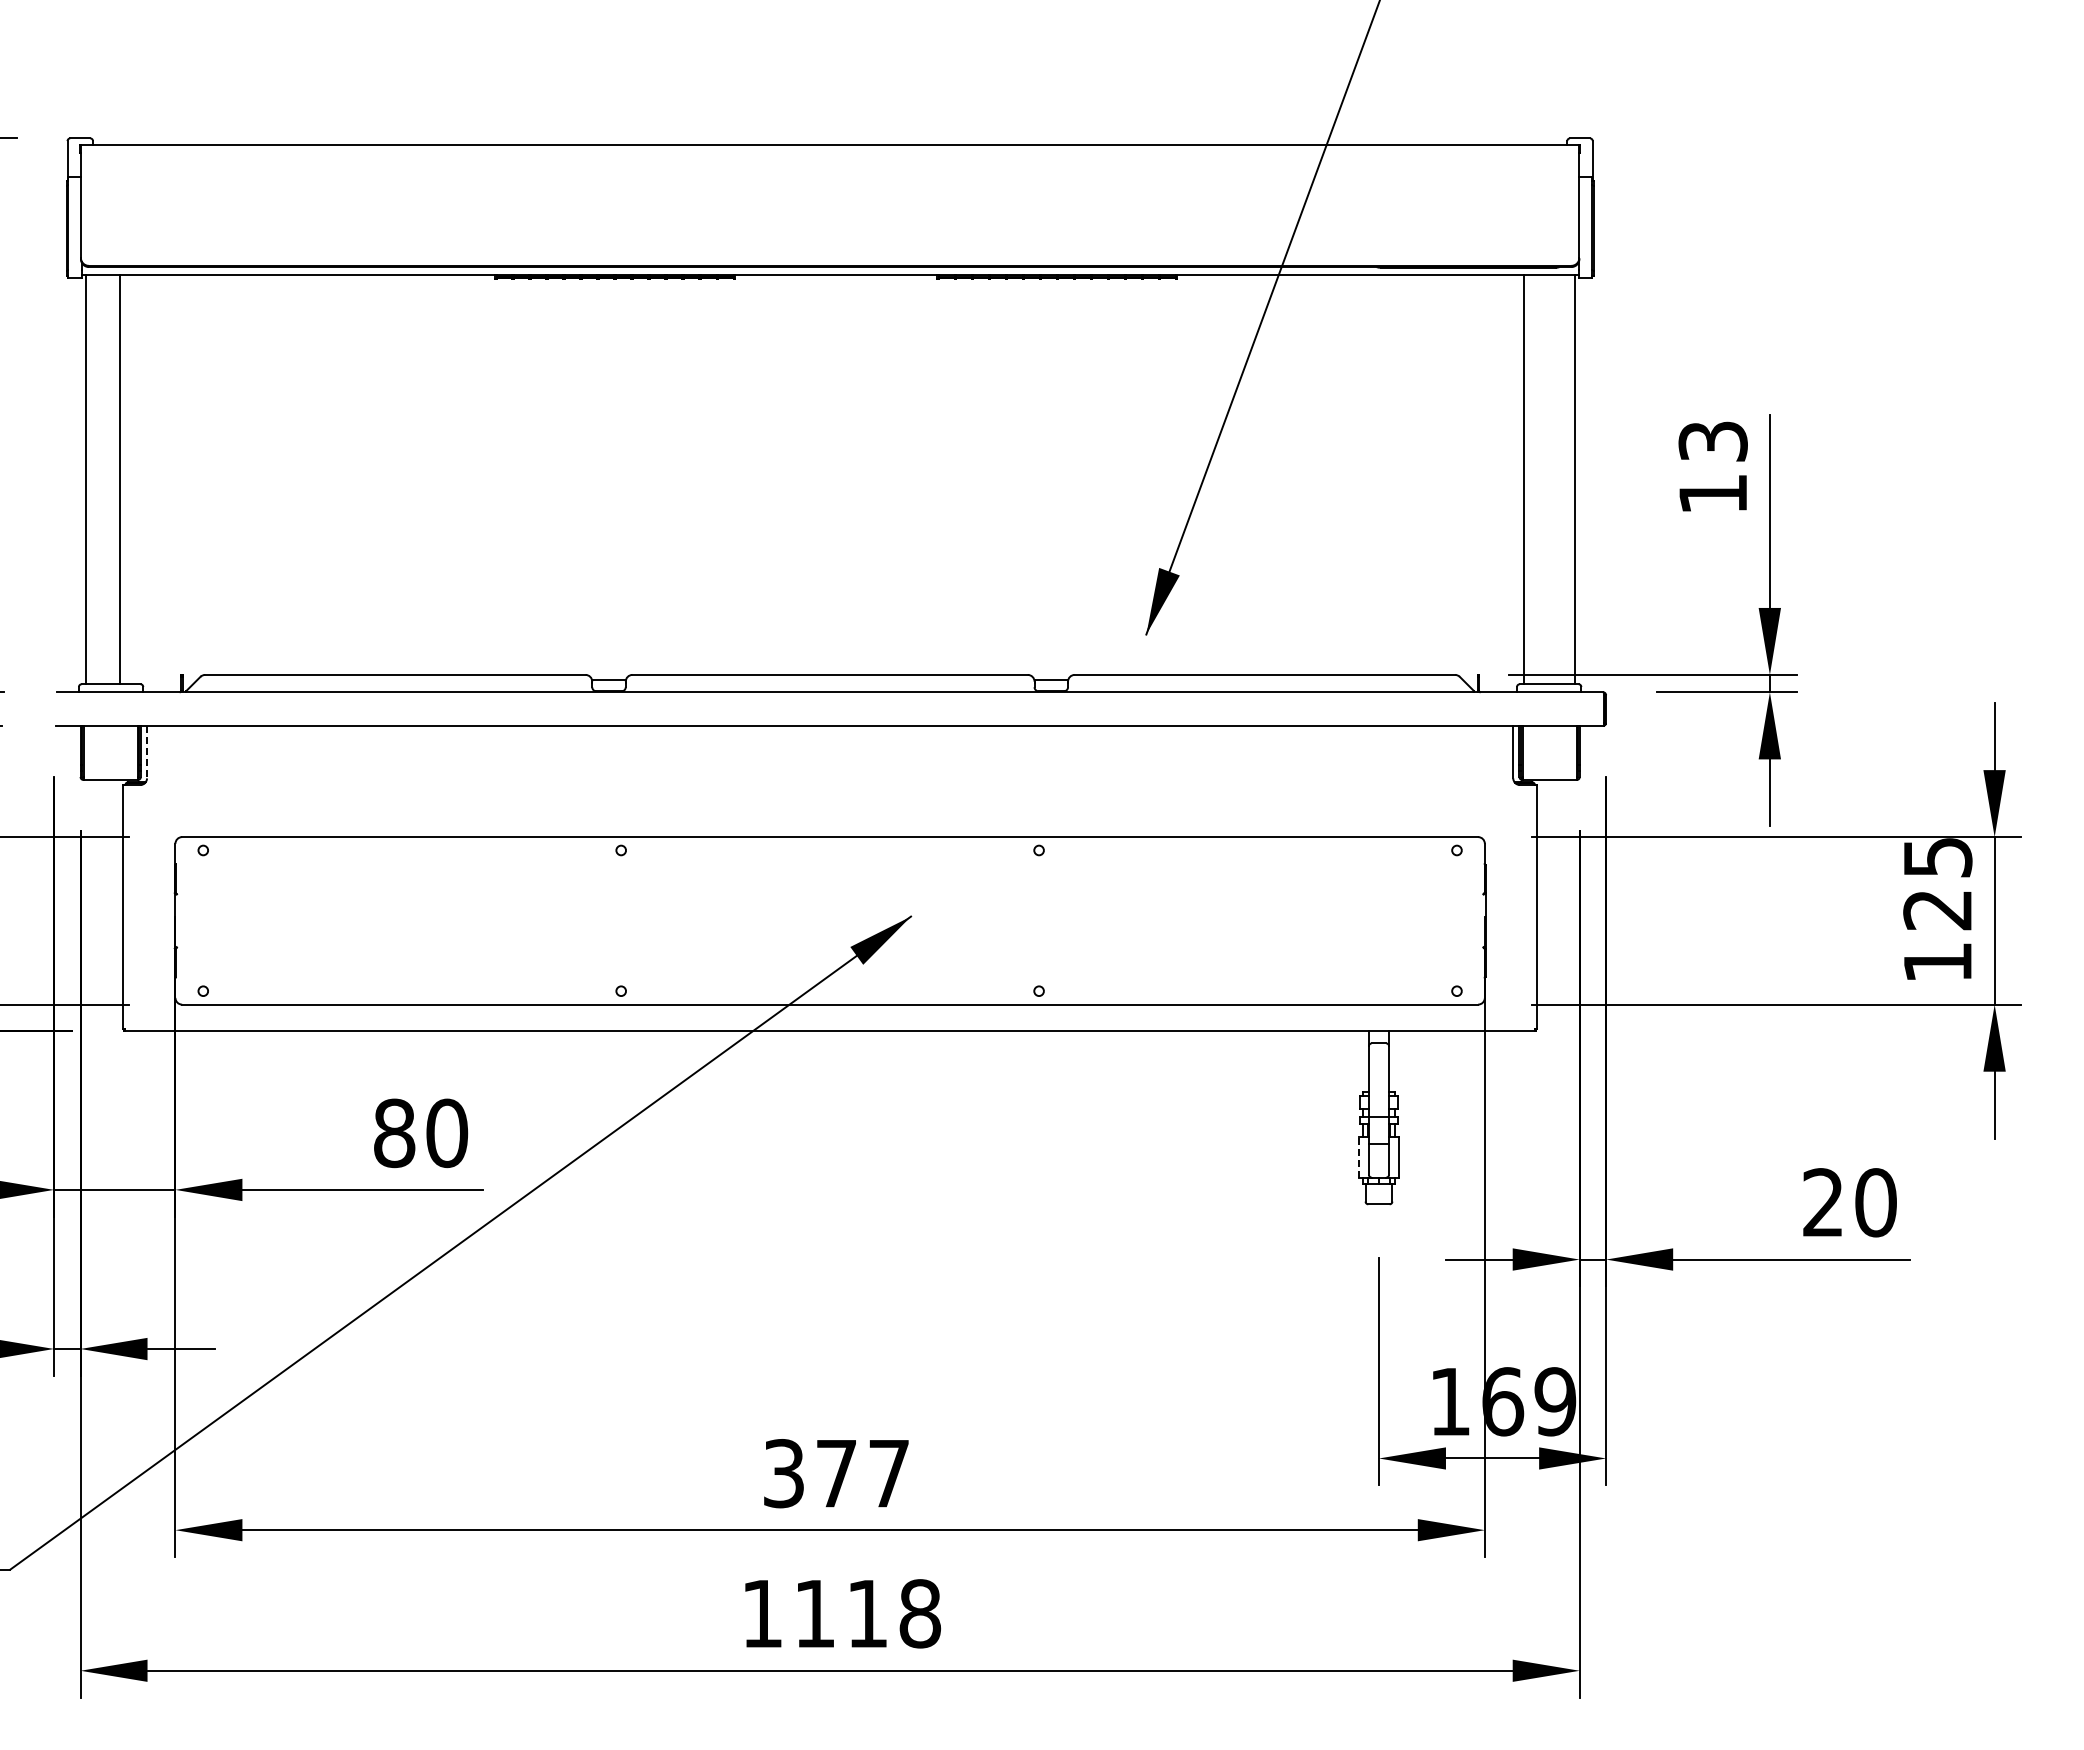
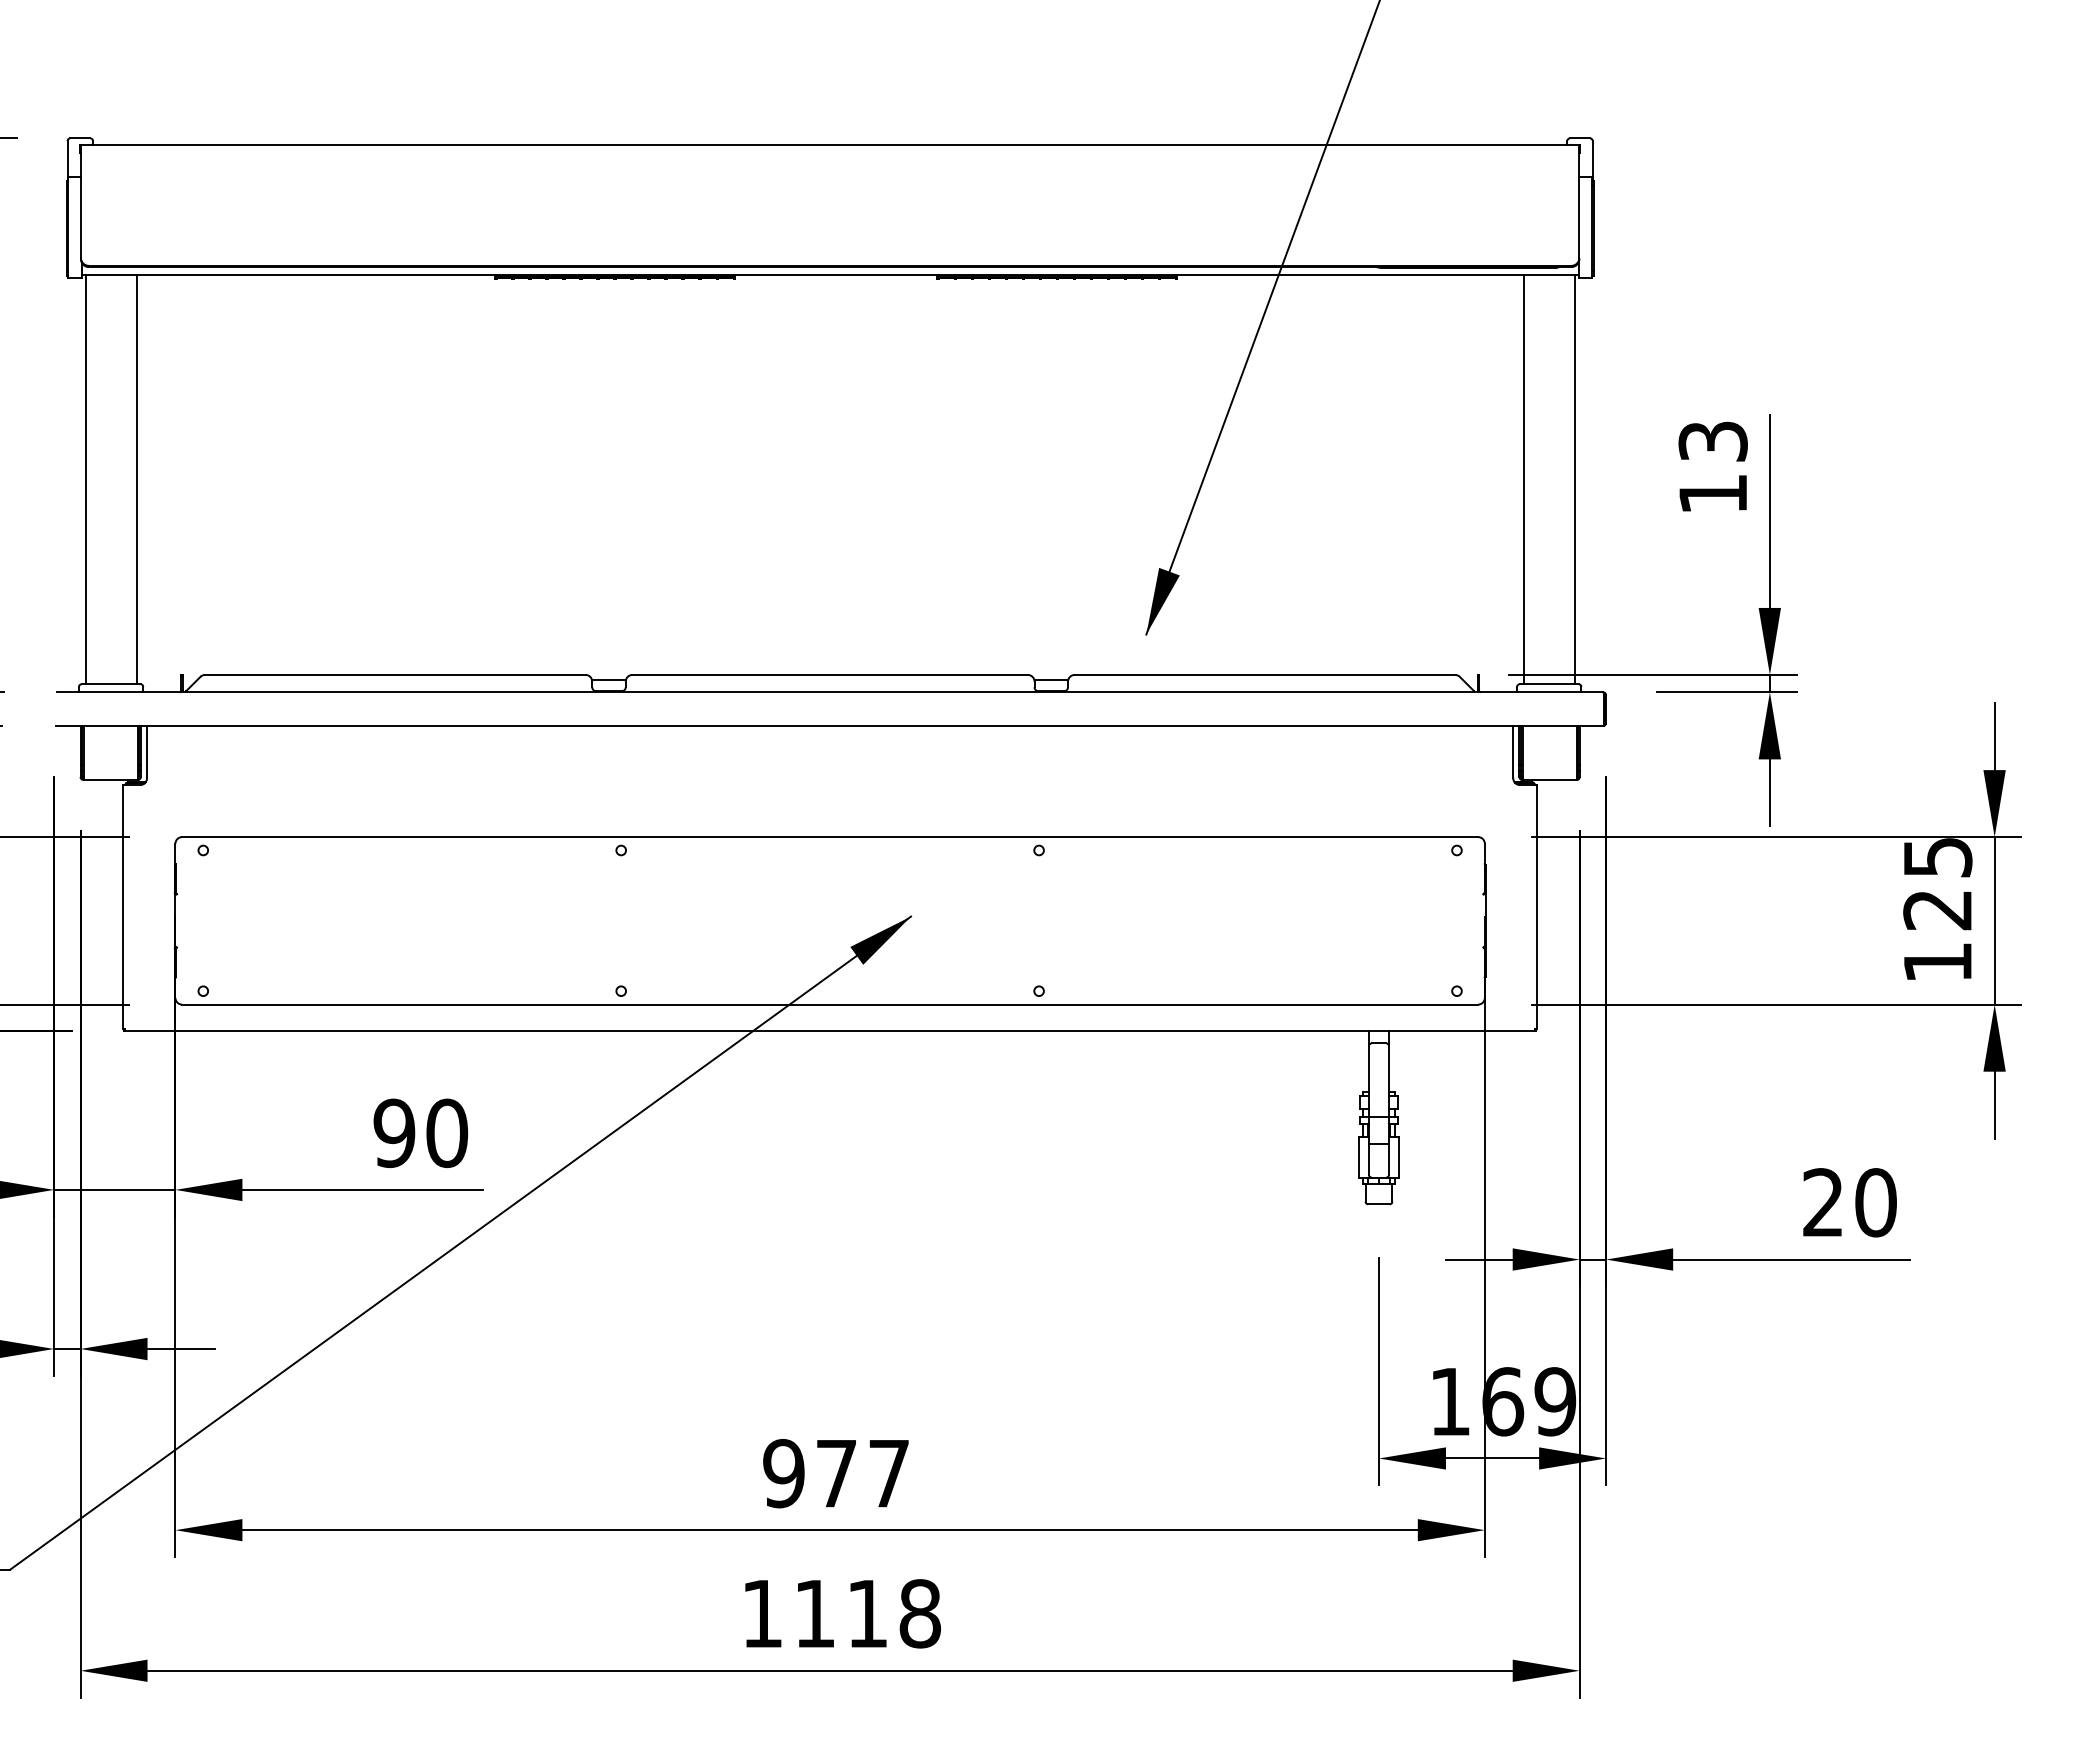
line at (119, 479) position: (119, 479) -> (136, 479)
line at (147, 752): dashed -> solid
text at (394, 1133): 80 -> 90
line at (1358, 1156): dashed -> solid
text at (783, 1473): 377 -> 977
